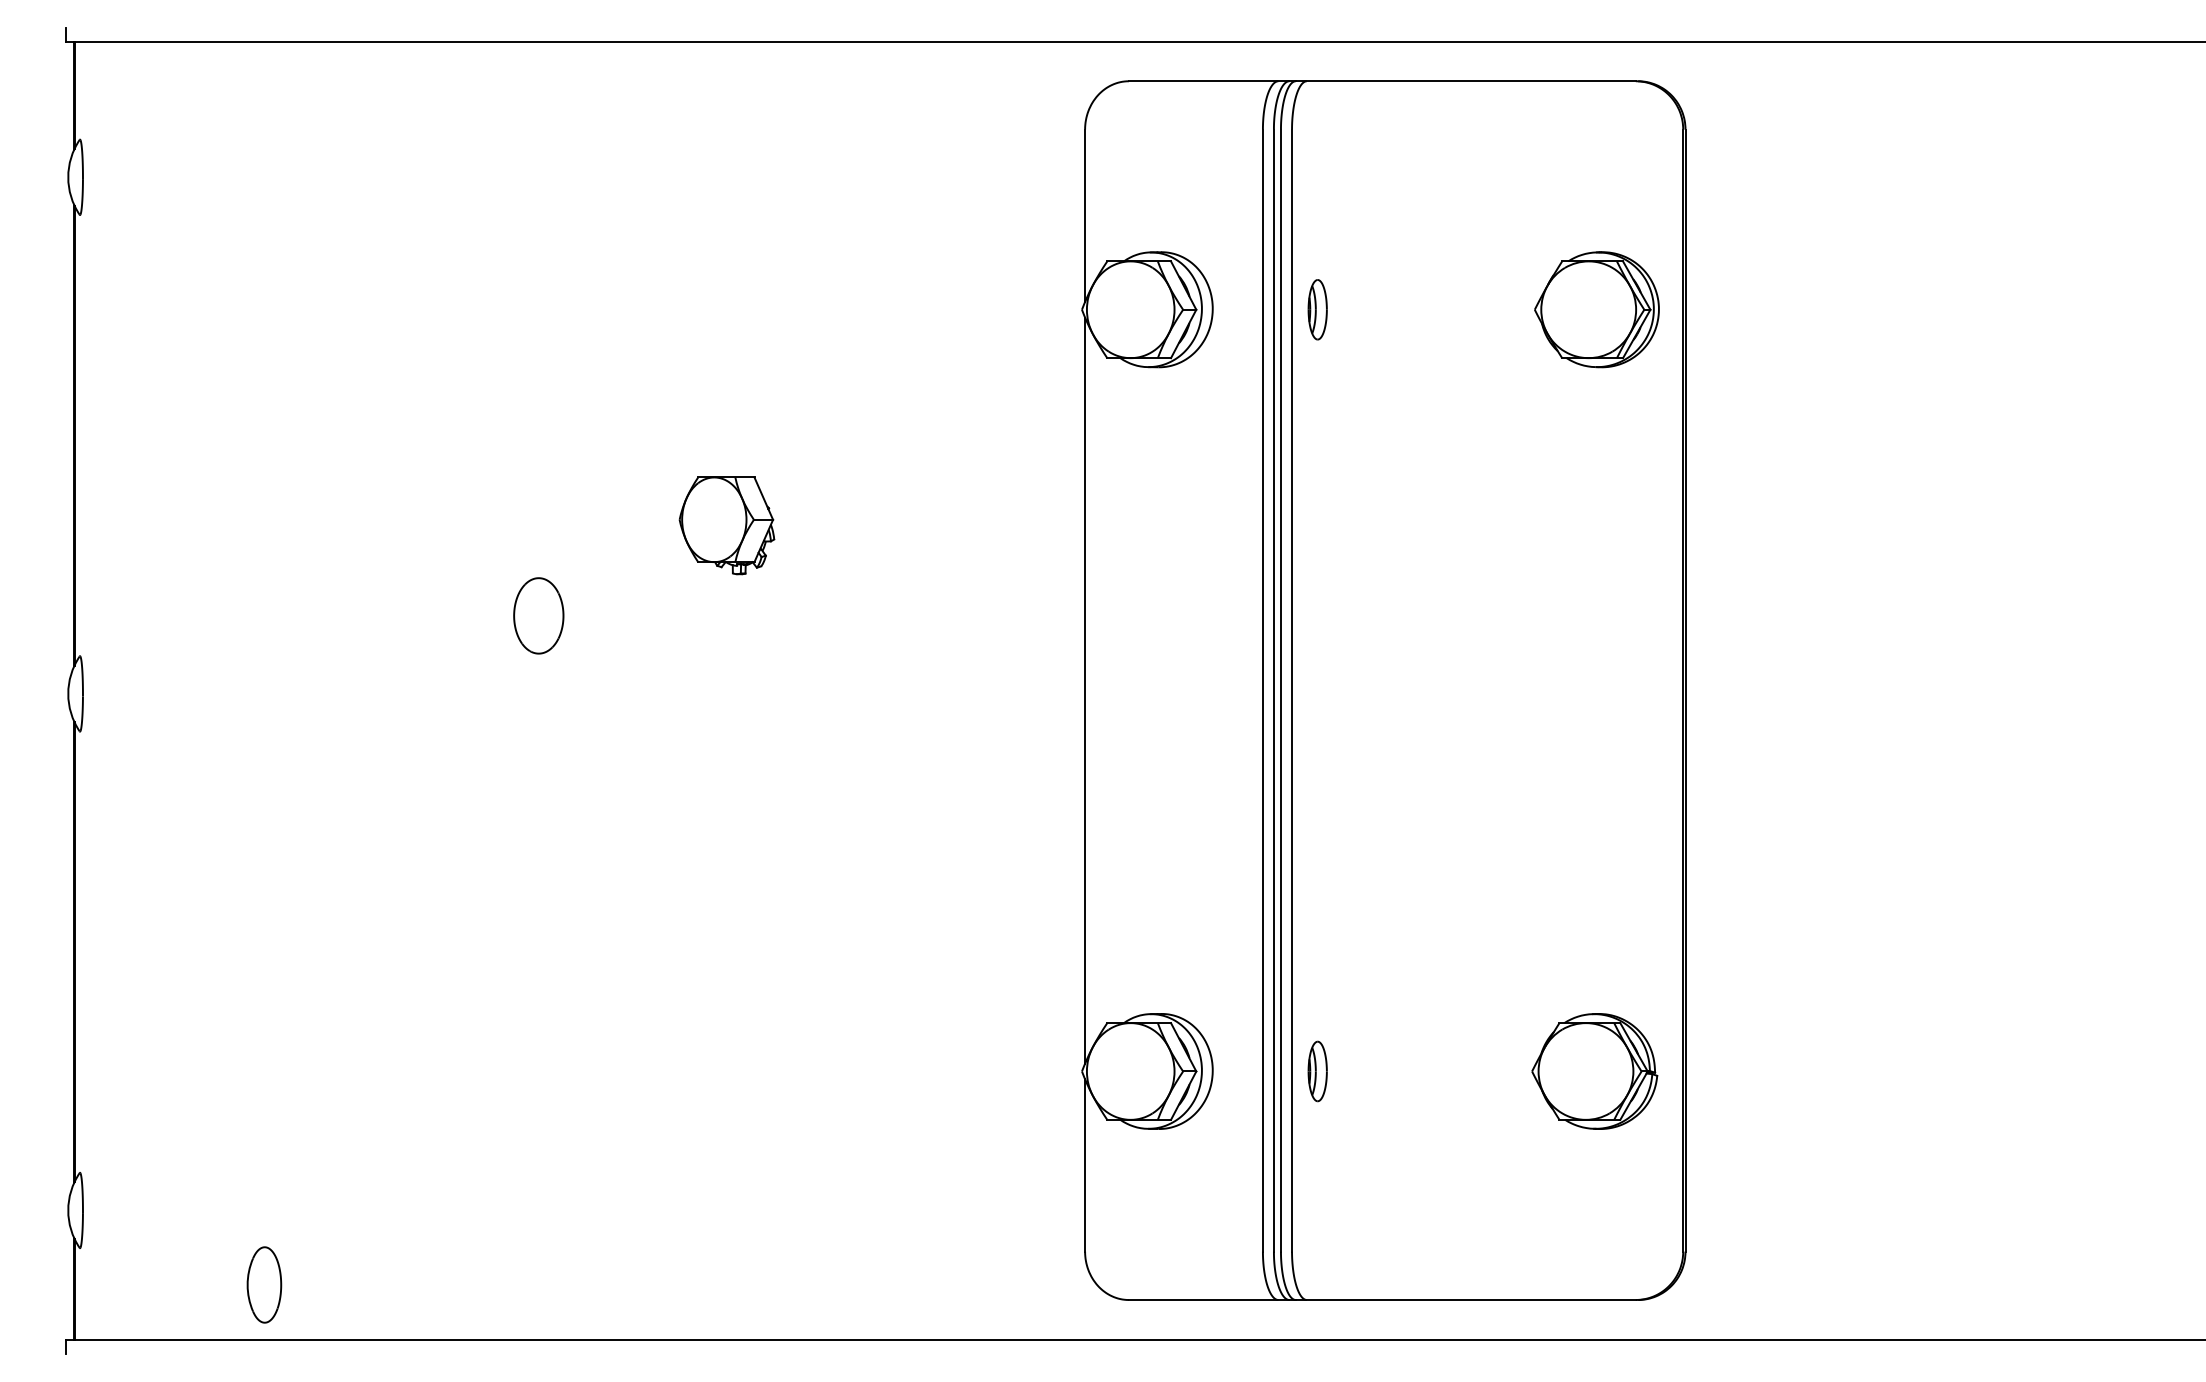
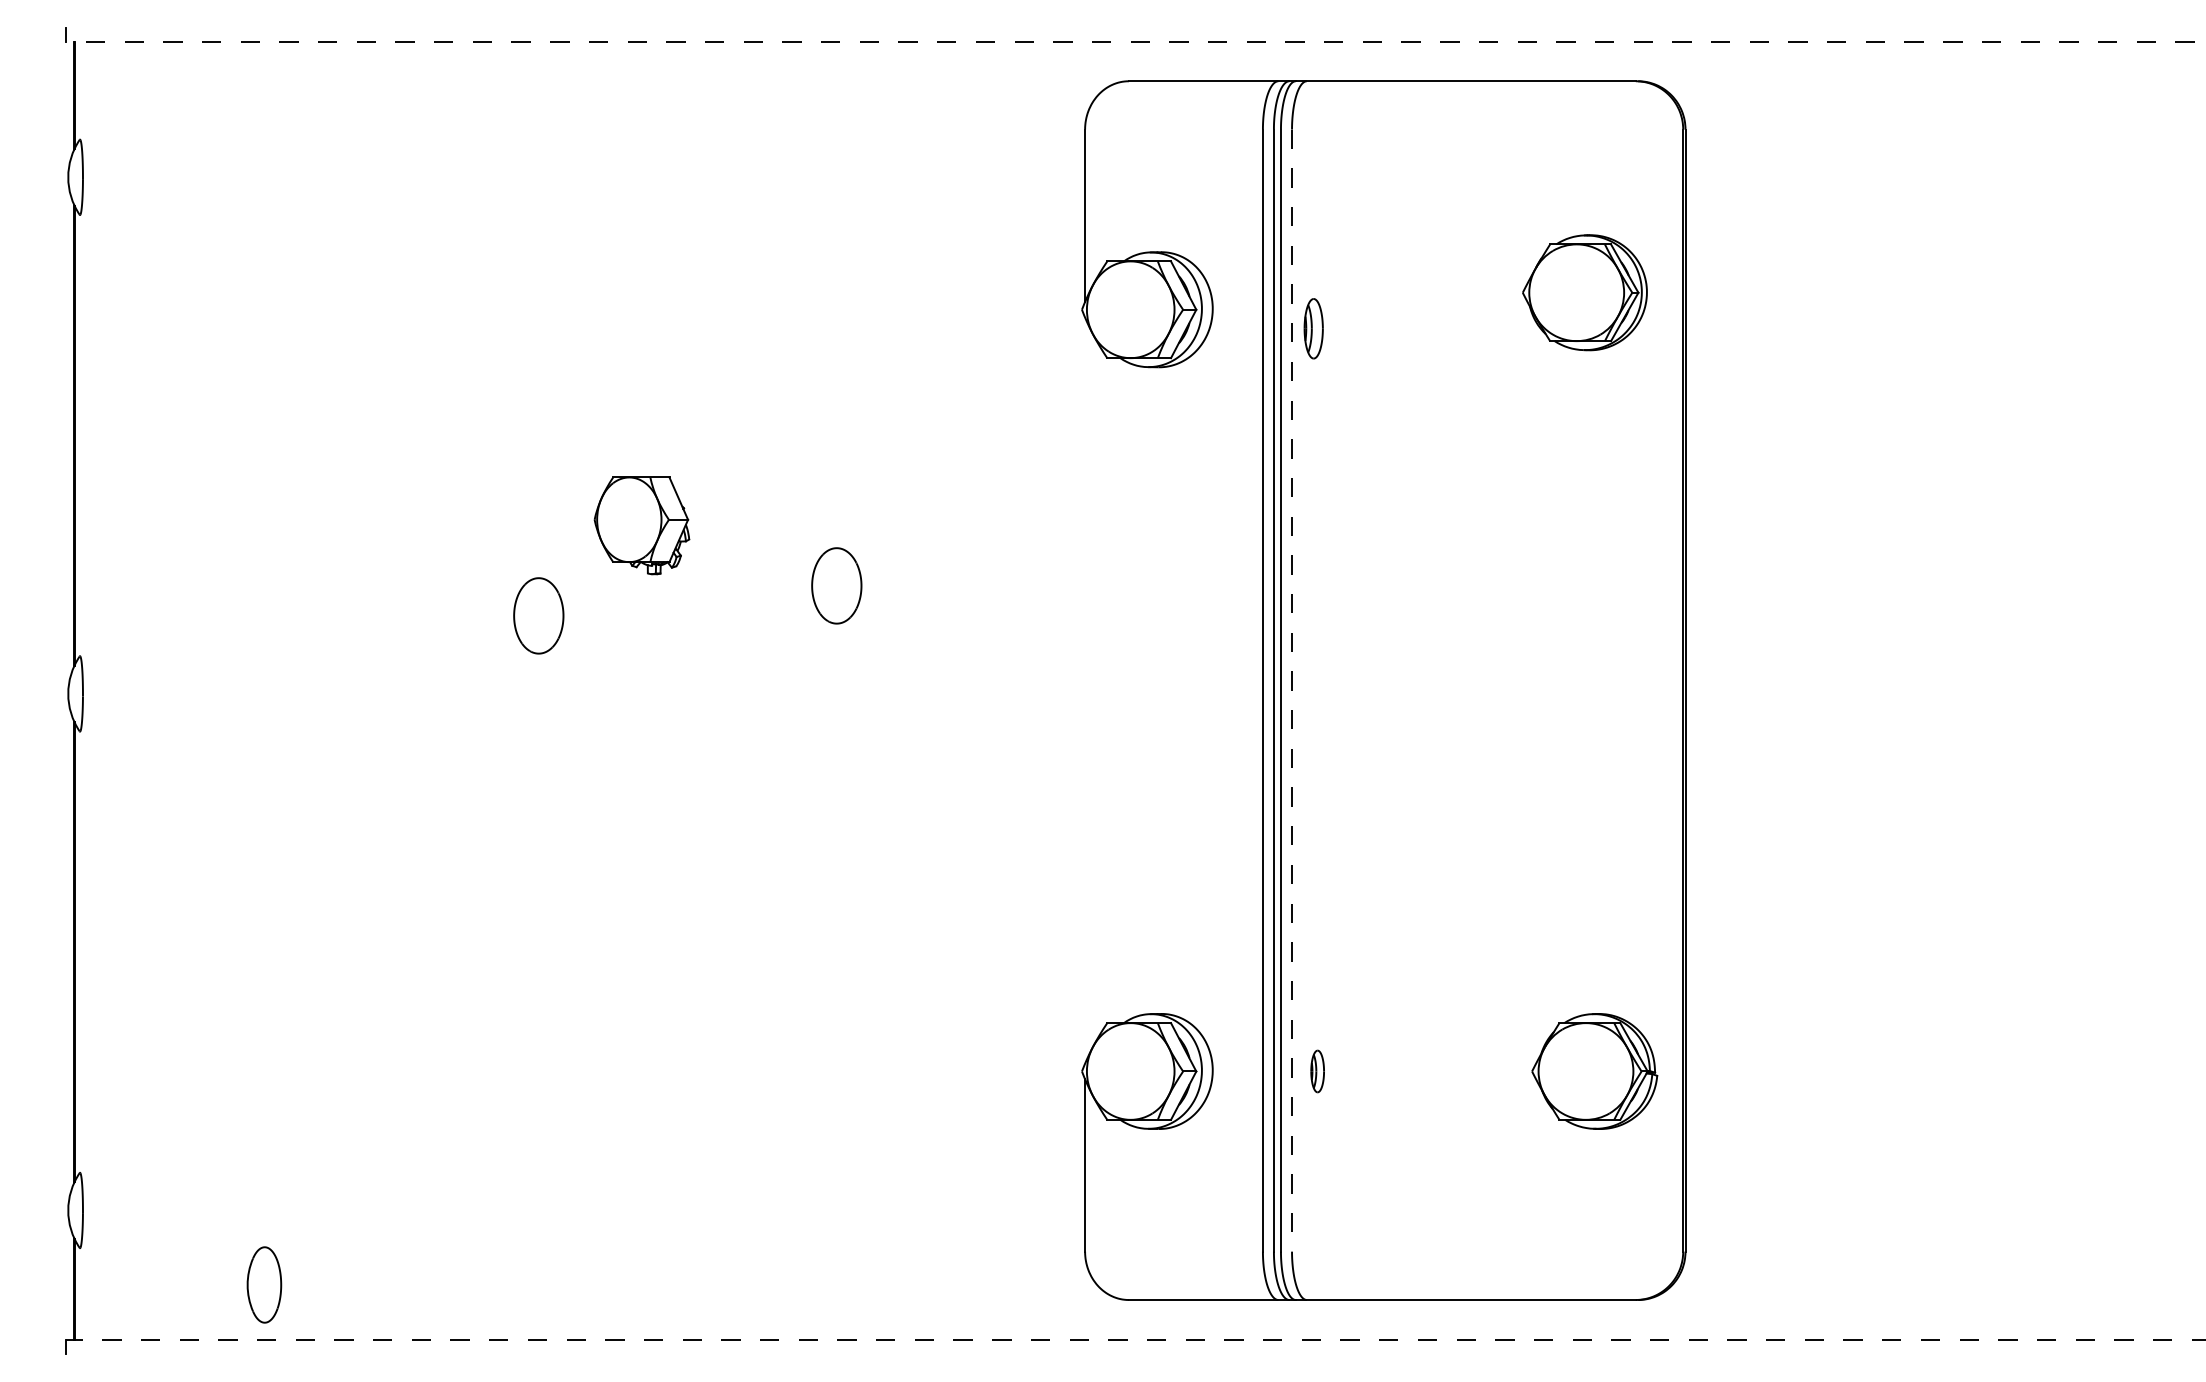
line at (1135, 41): solid -> dashed
part at (1317, 309) position: (1317, 309) -> (1313, 328)
part at (1596, 309) position: (1596, 309) -> (1584, 292)
part at (726, 525) position: (726, 525) -> (641, 525)
part at (836, 585): none -> present
line at (1085, 690): present -> none
line at (1292, 690): solid -> dashed
part at (1317, 1071) size: 21x63 px -> 15x45 px
line at (1135, 1340): solid -> dashed
